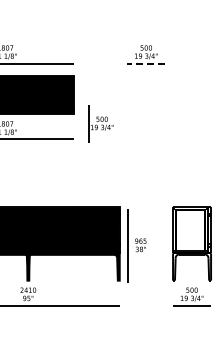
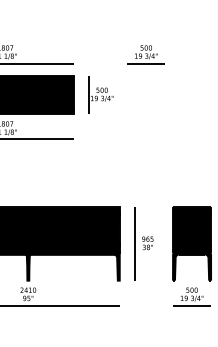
line at (145, 63): dashed -> solid
part at (100, 123) position: (100, 123) -> (100, 94)
fill at (192, 243): none -> present
part at (136, 245) position: (136, 245) -> (143, 243)
